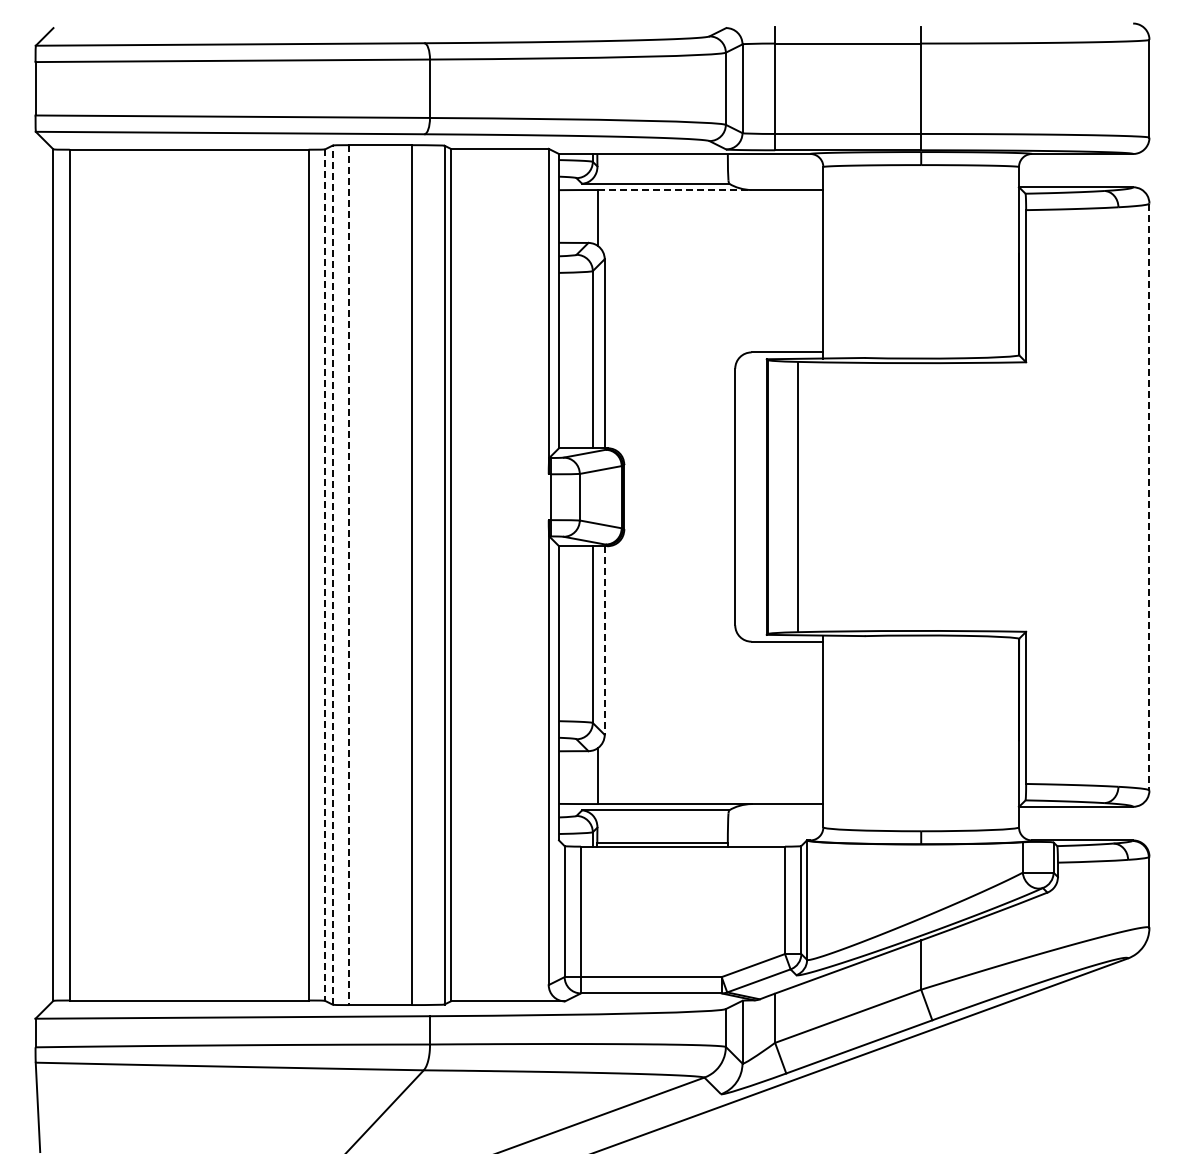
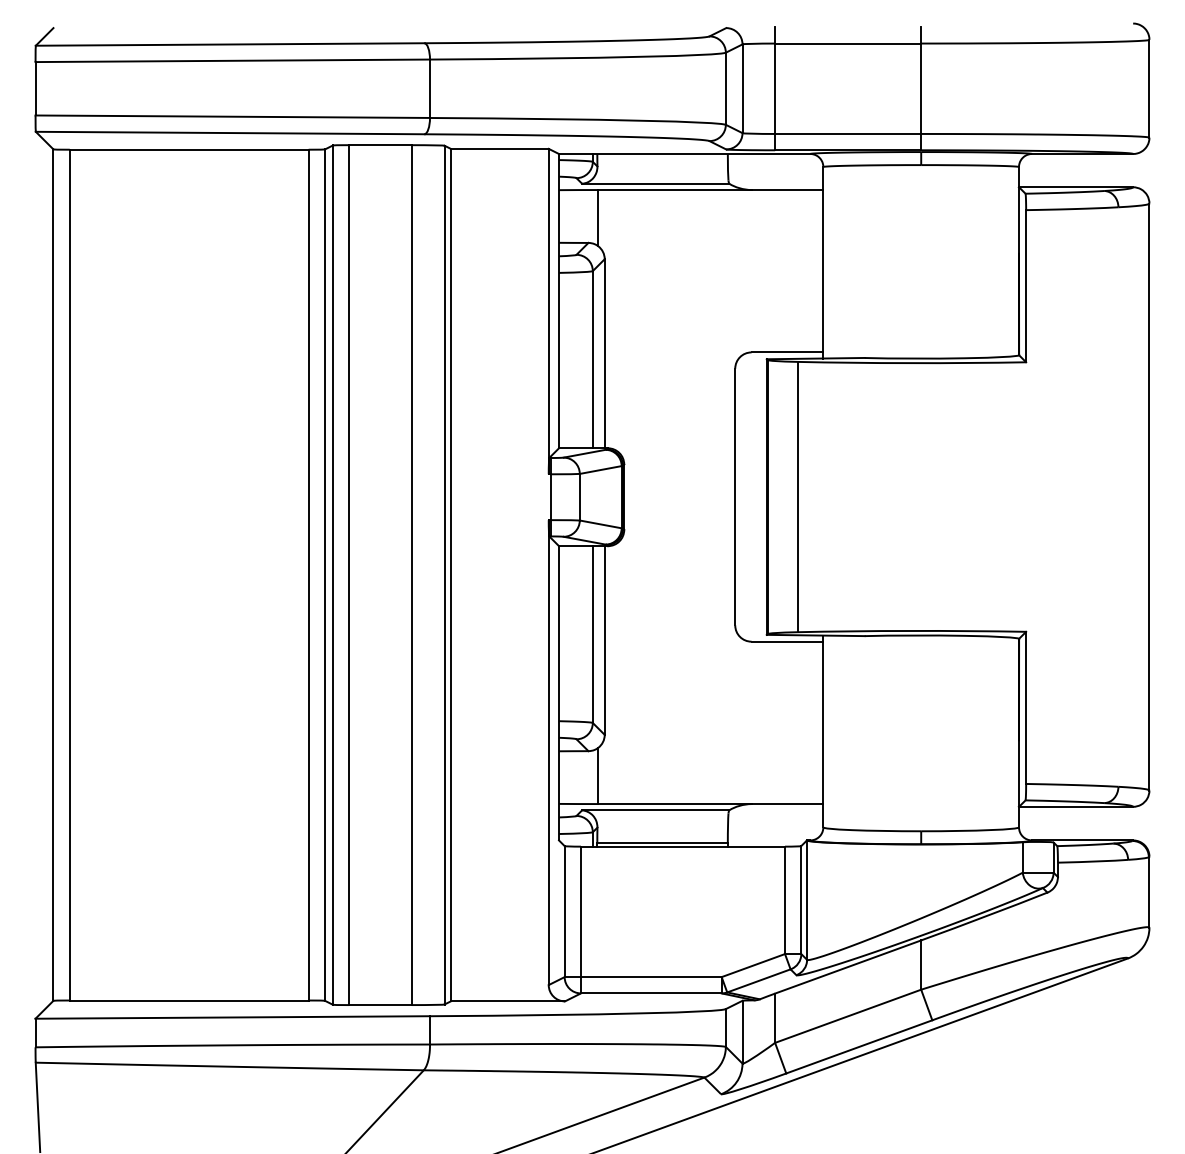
line at (674, 190): dashed -> solid
line at (1149, 497): dashed -> solid
line at (324, 575): dashed -> solid
line at (332, 575): dashed -> solid
line at (349, 575): dashed -> solid
line at (604, 641): dashed -> solid
